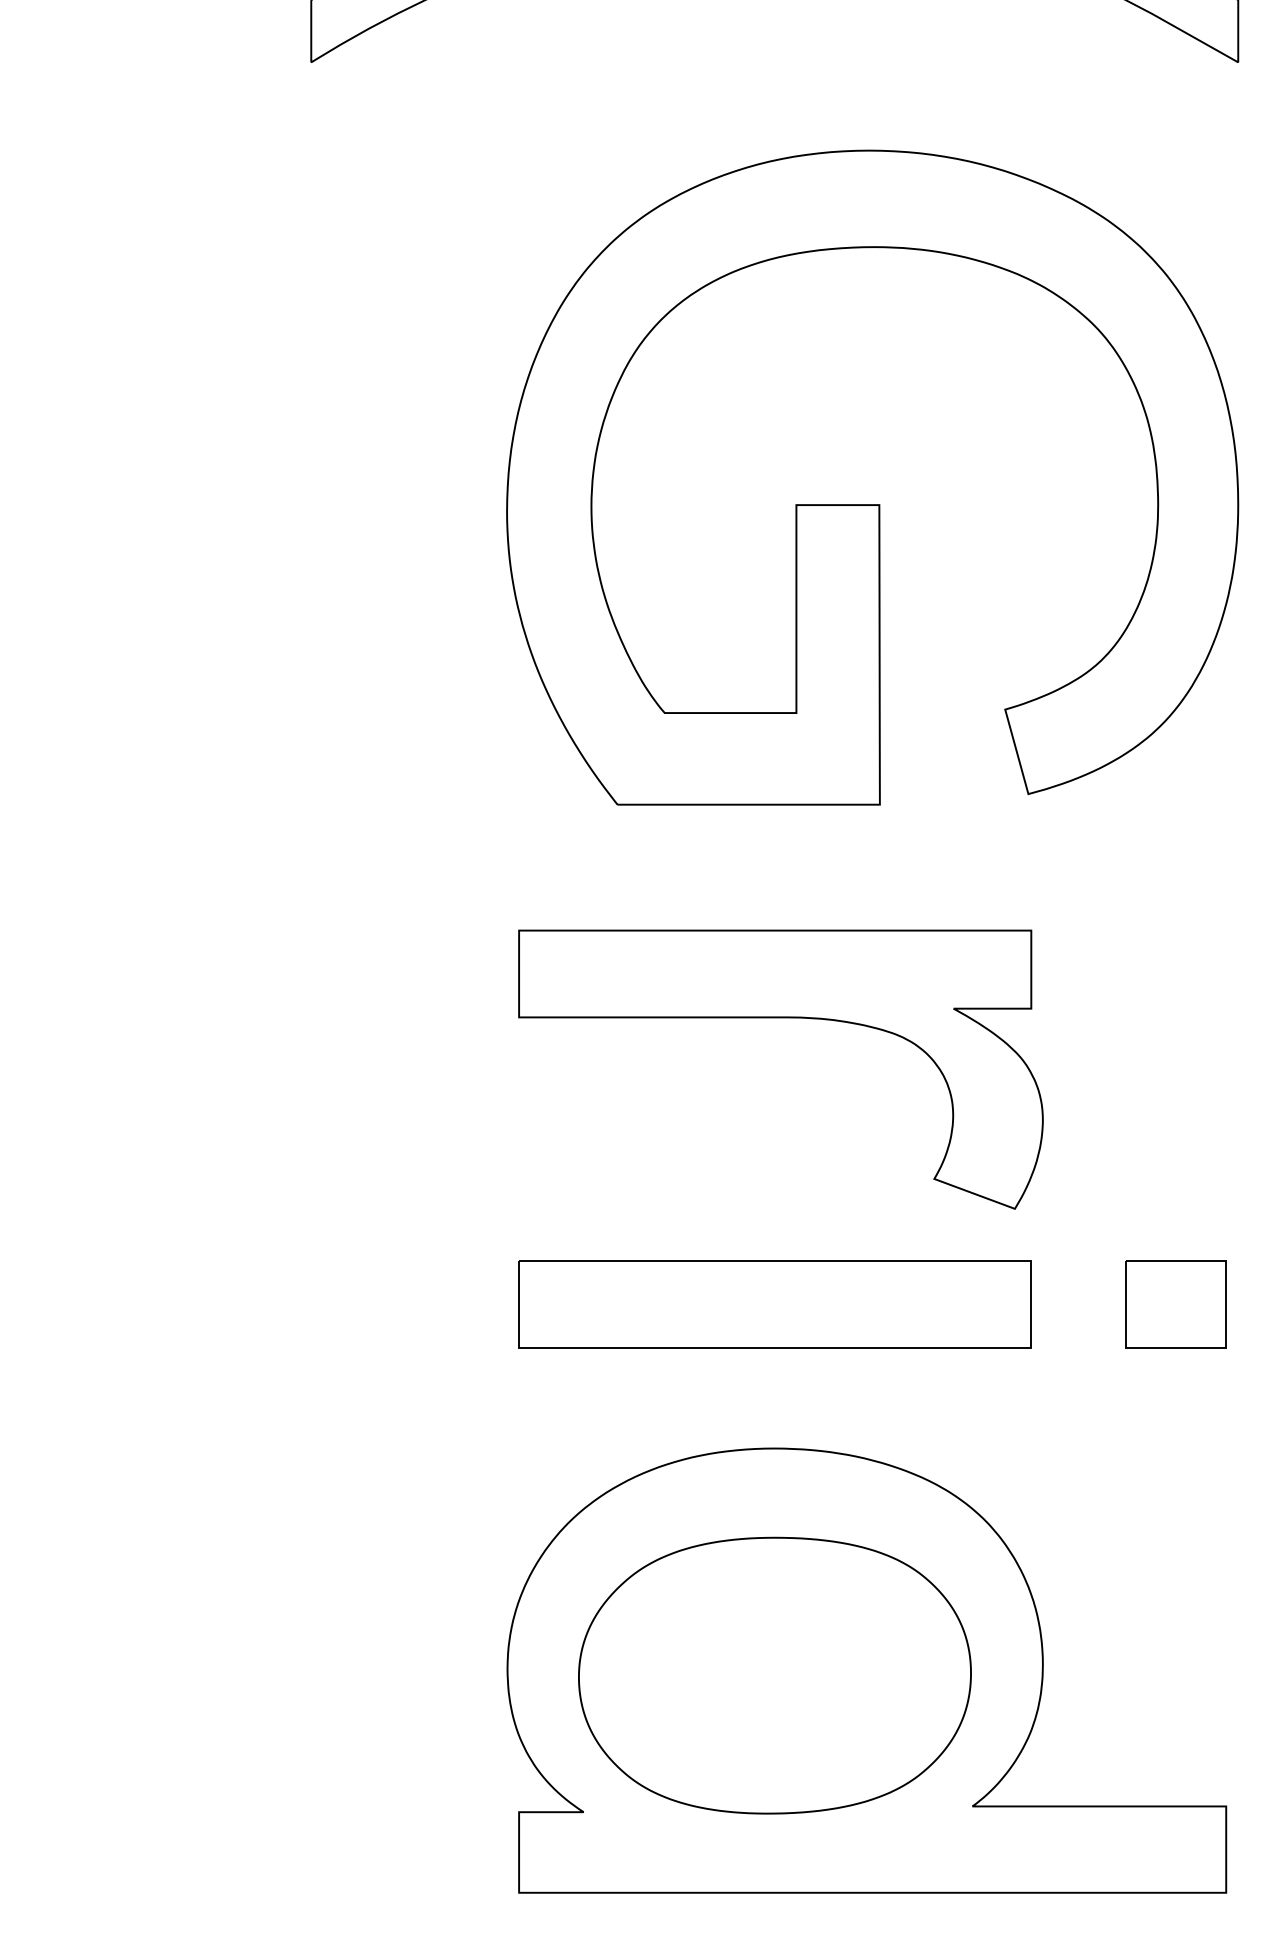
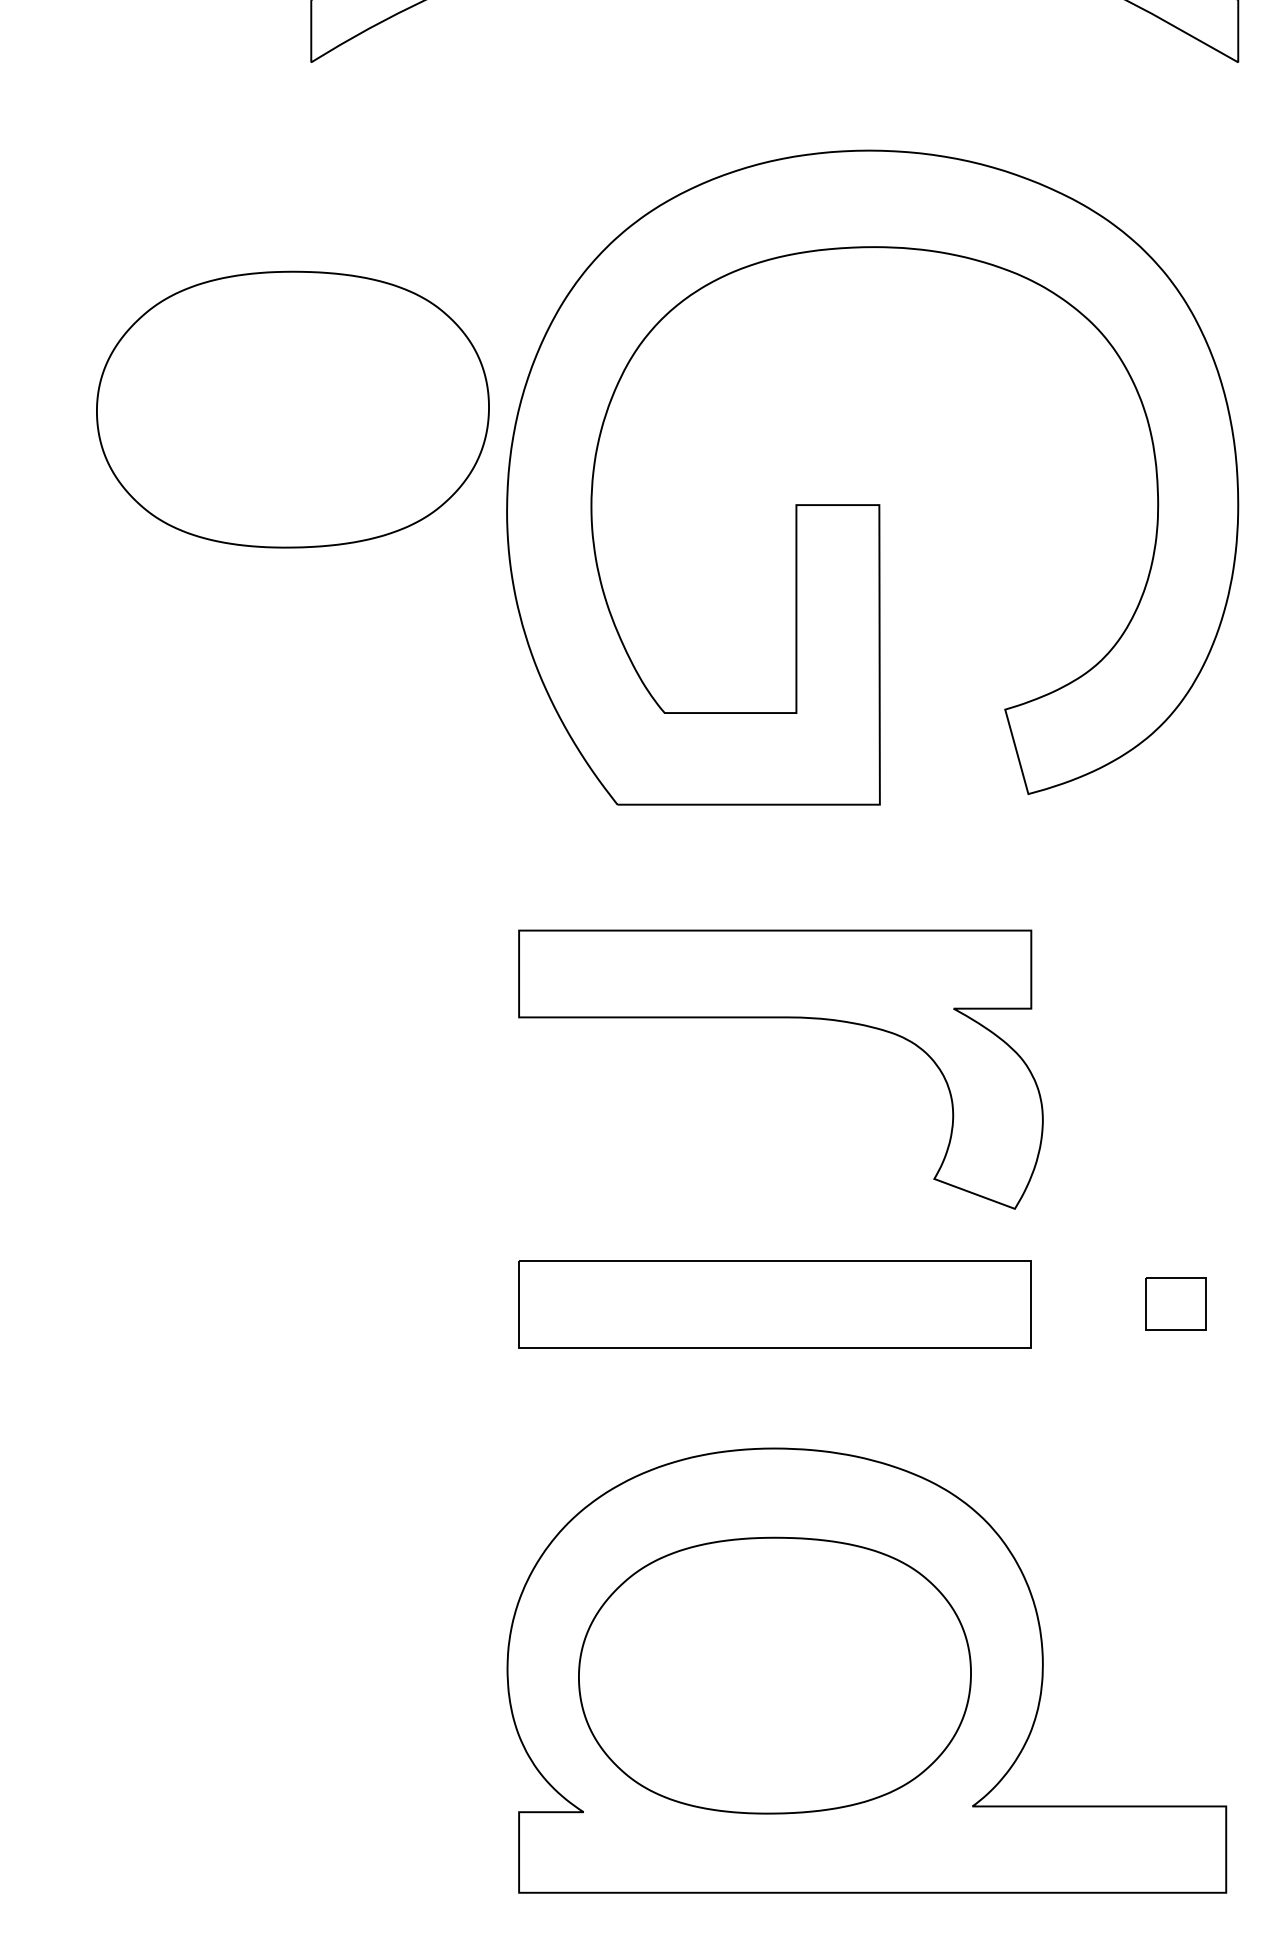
part at (292, 409): none -> present
part at (1175, 1304) size: 102x89 px -> 62x54 px
